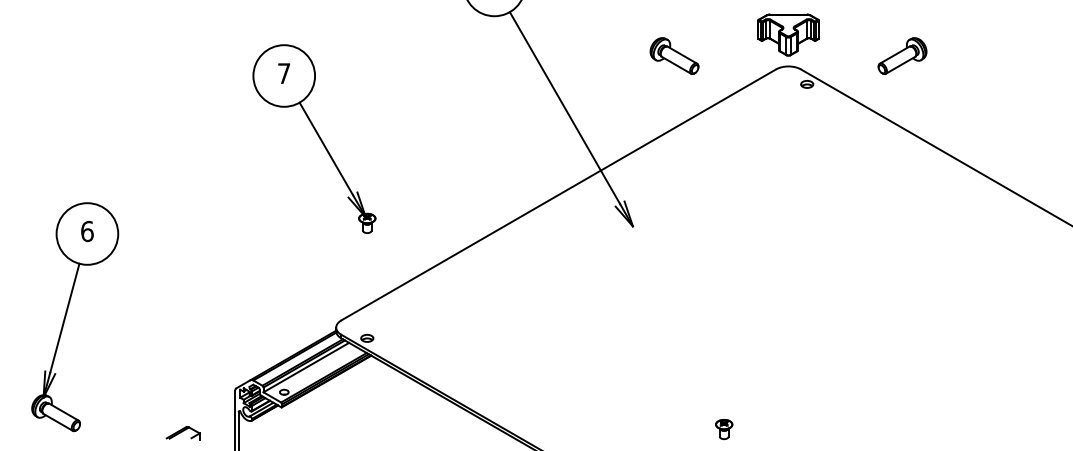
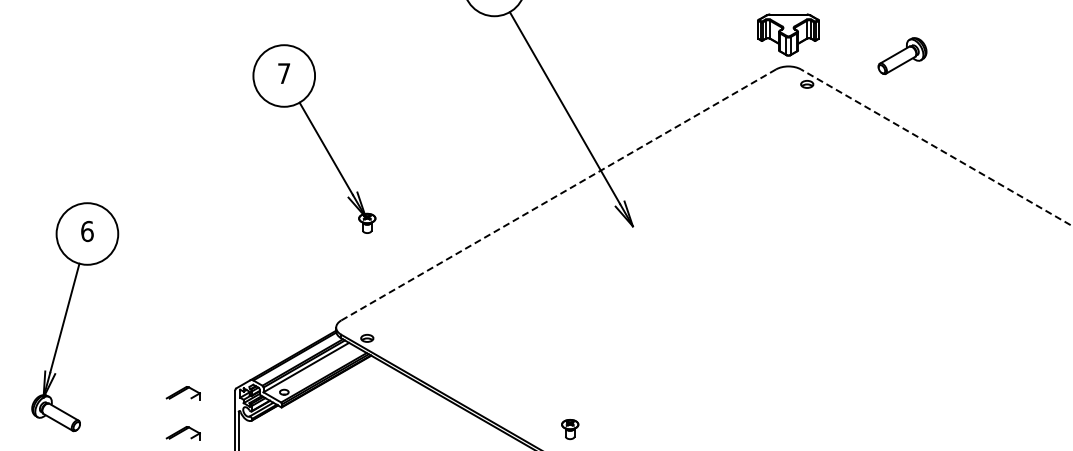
part at (674, 55): present -> none
line at (936, 147): solid -> dashed
line at (558, 194): solid -> dashed
part at (182, 393): none -> present
part at (724, 429) position: (724, 429) -> (570, 429)
